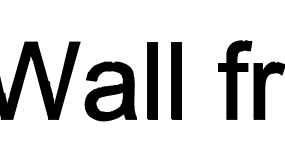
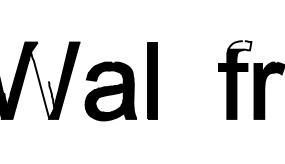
fill at (239, 45): present -> none
fill at (42, 80): present -> none
part at (176, 80): present -> none
